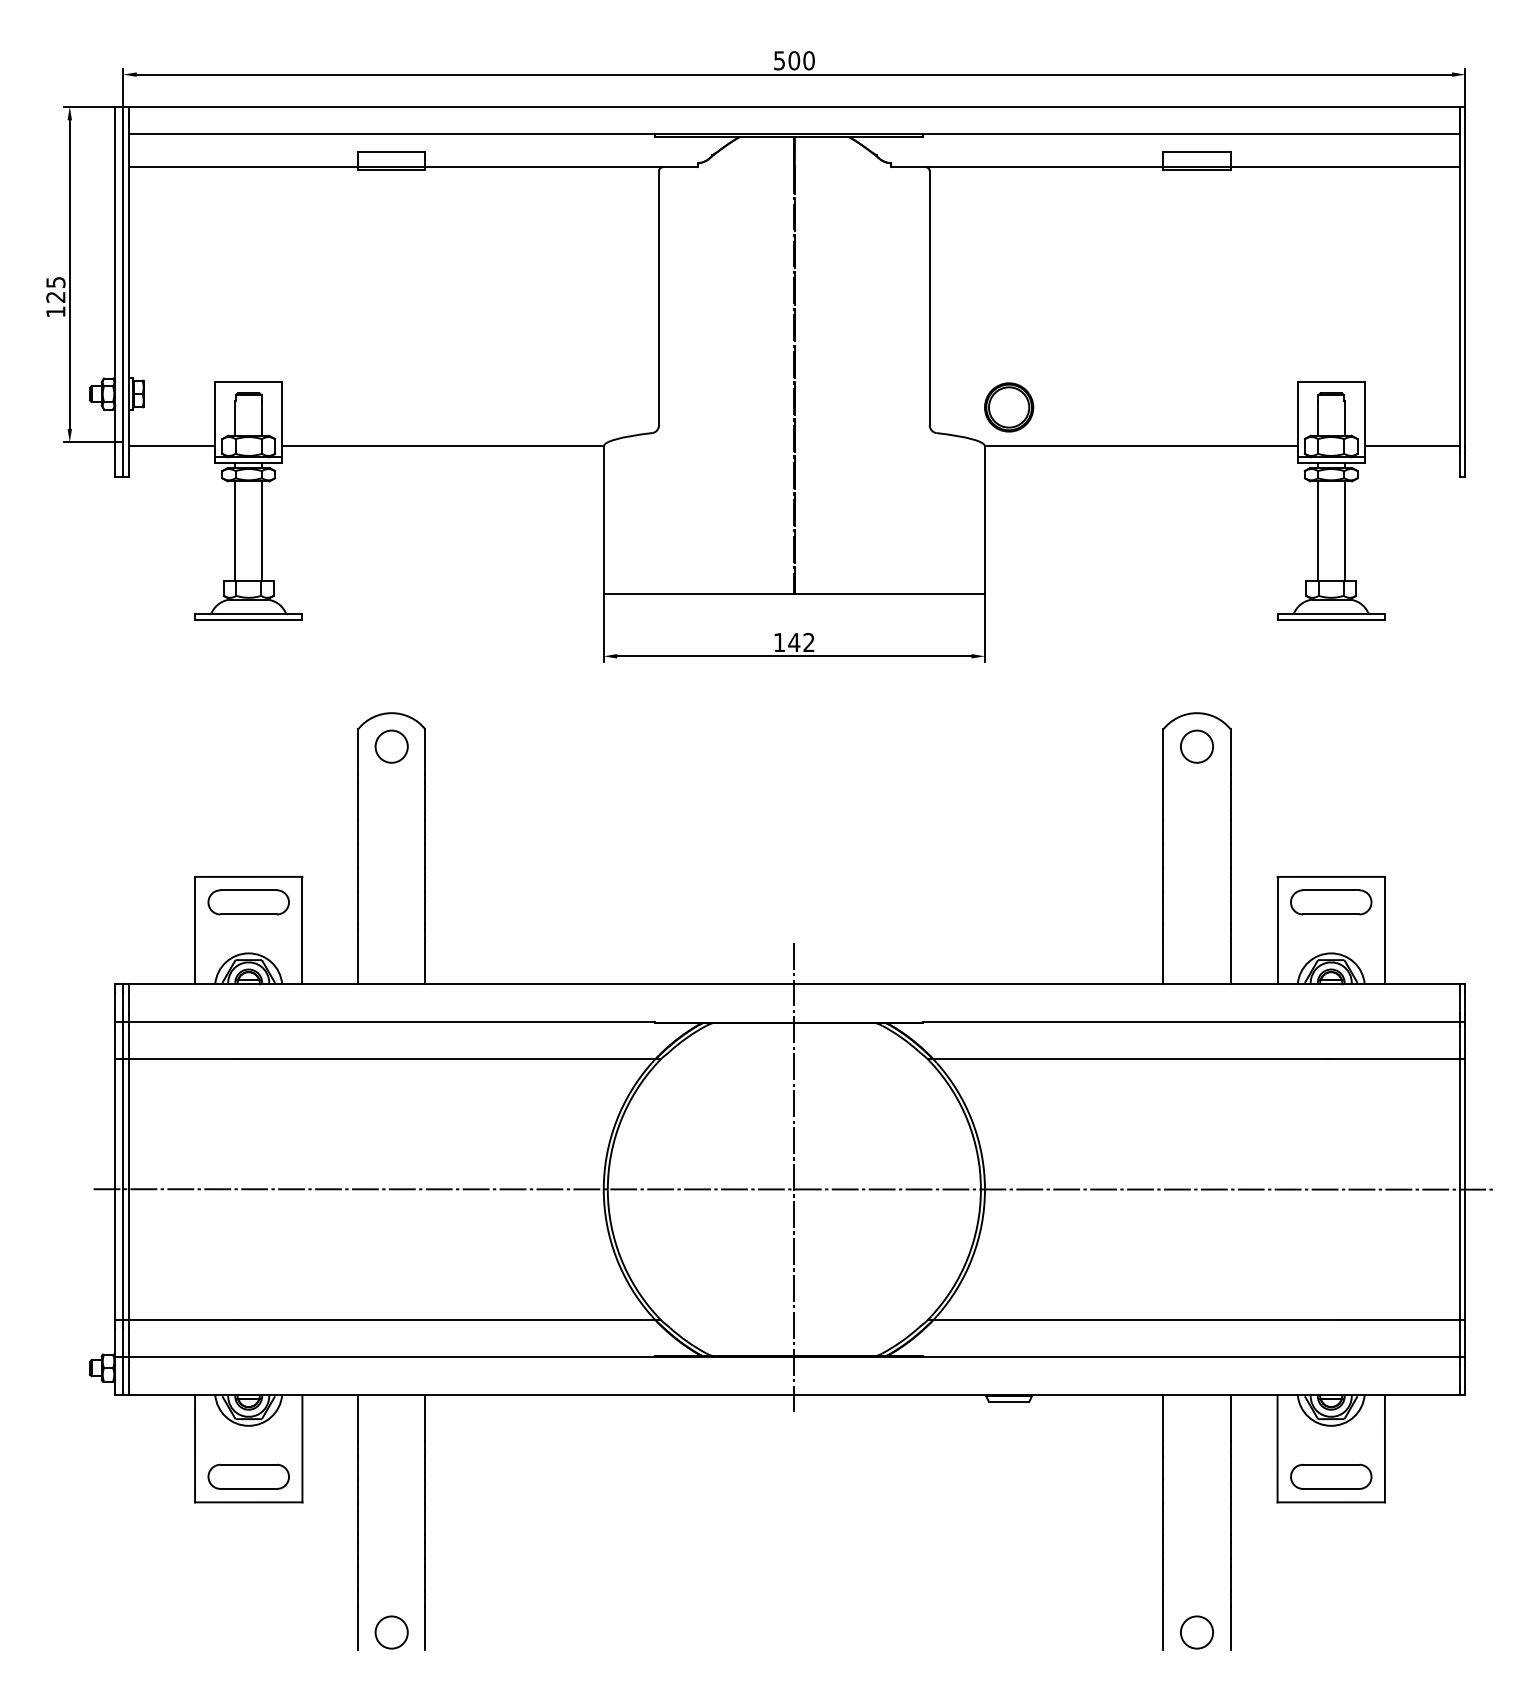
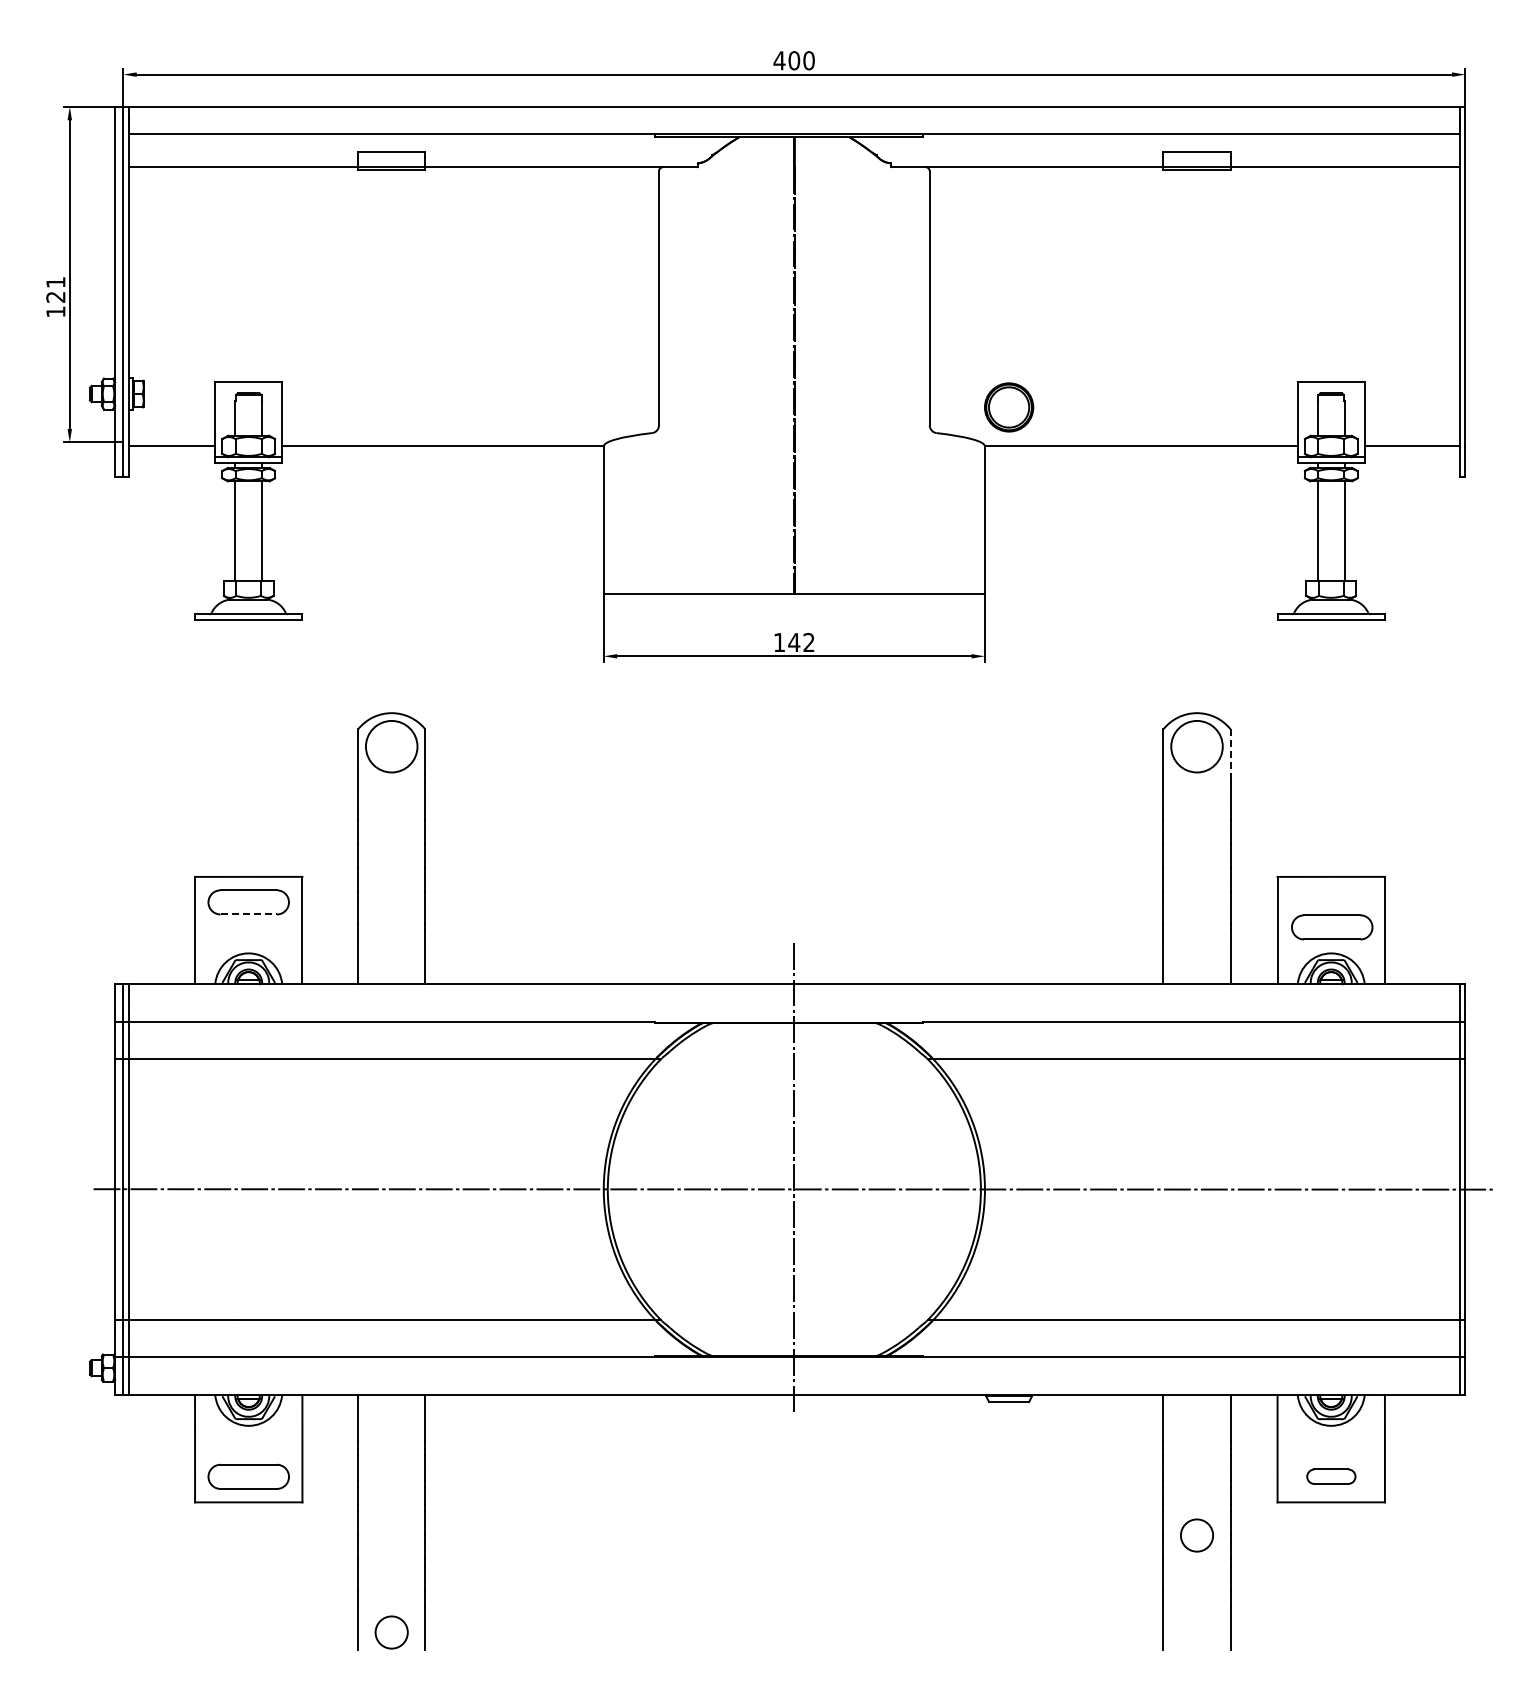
text at (779, 60): 500 -> 400
text at (55, 282): 125 -> 121
circle at (391, 746) diameter: 32 px -> 52 px
circle at (1196, 746) diameter: 32 px -> 52 px
line at (1230, 751): solid -> dashed
part at (1331, 902) position: (1331, 902) -> (1332, 927)
line at (249, 914): solid -> dashed
part at (1331, 1476) size: 83x27 px -> 51x17 px
circle at (1196, 1632) position: (1196, 1632) -> (1196, 1535)
